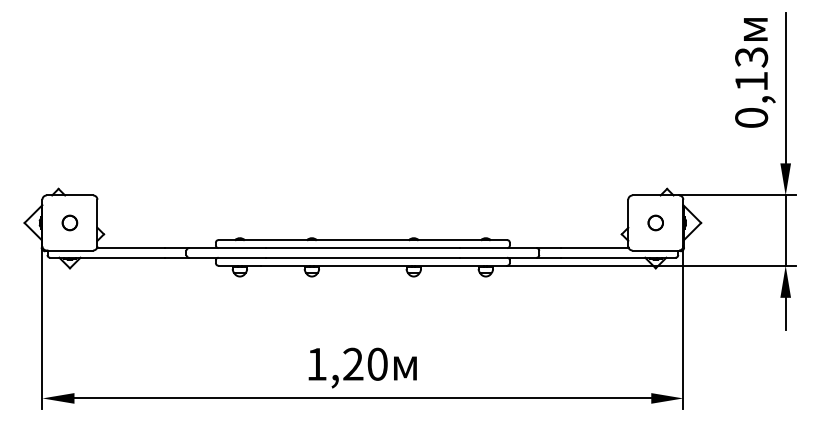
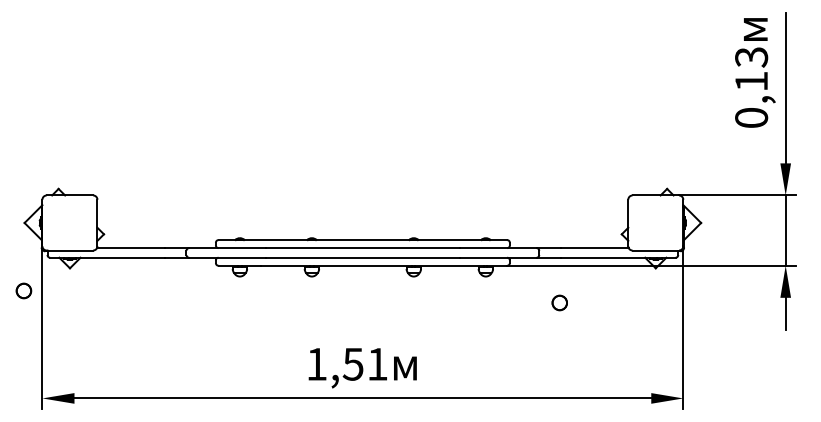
part at (69, 222) position: (69, 222) -> (23, 290)
part at (655, 222) position: (655, 222) -> (559, 302)
text at (364, 363): 1,20 -> 1,51
